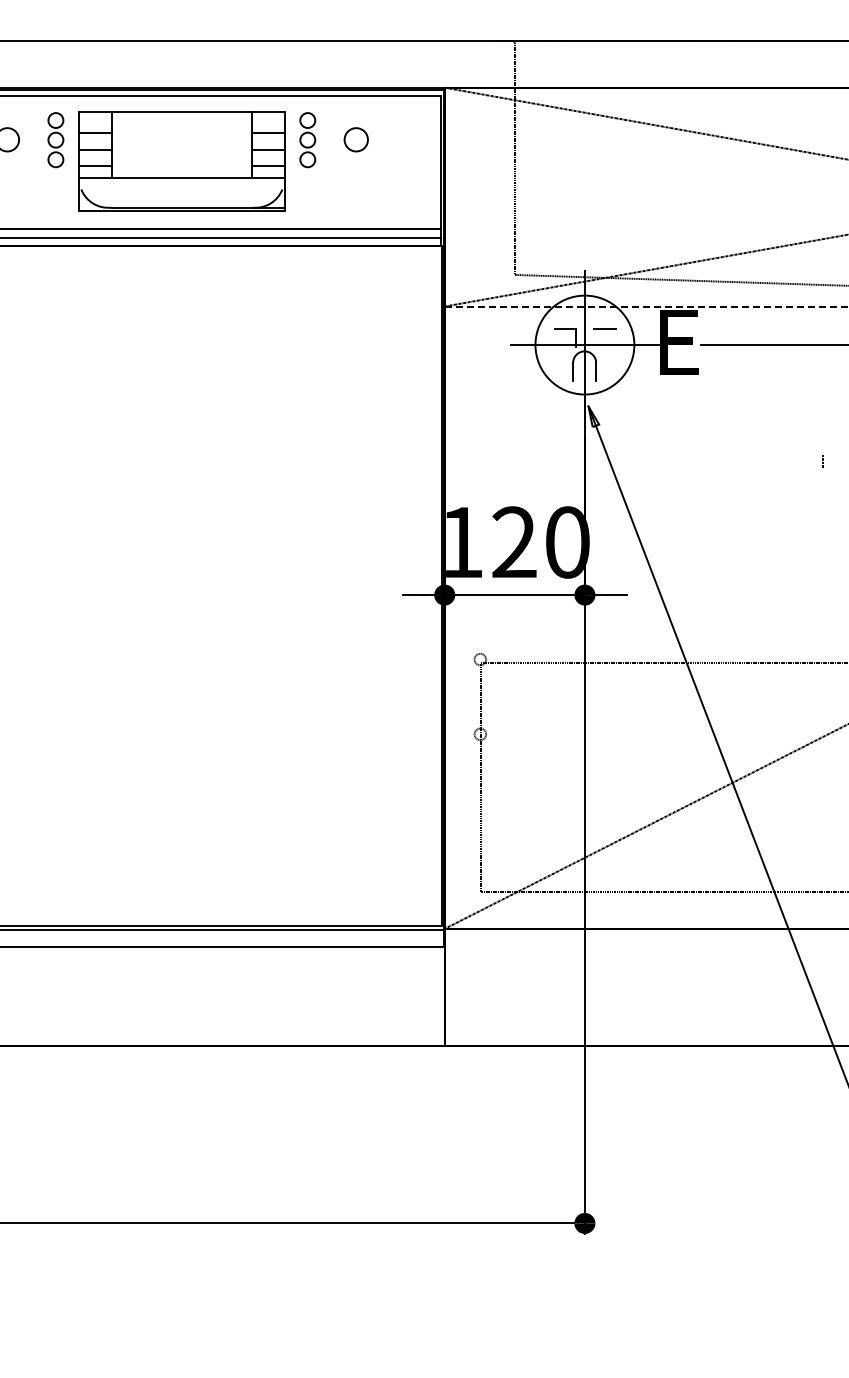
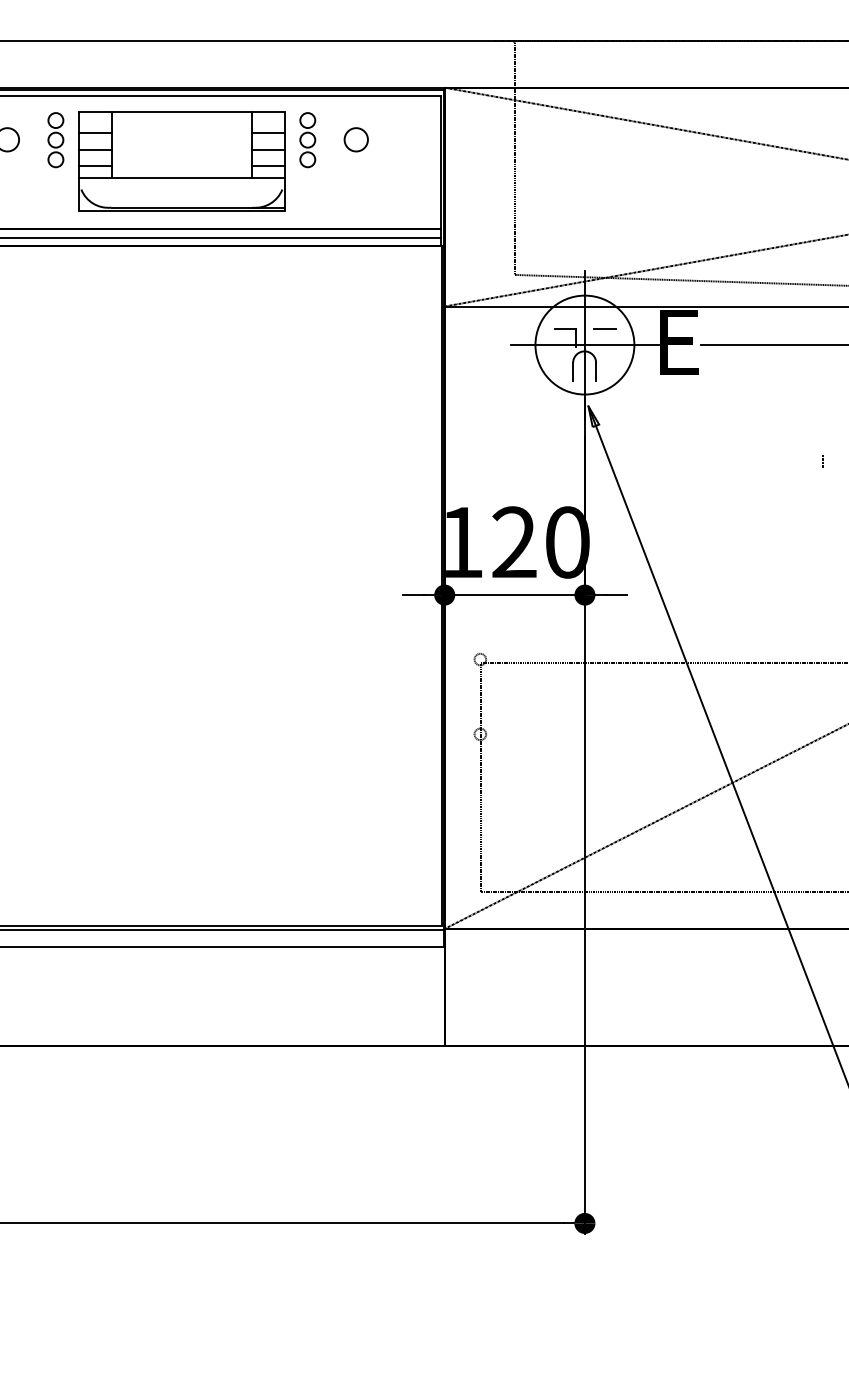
line at (646, 306): dashed -> solid
